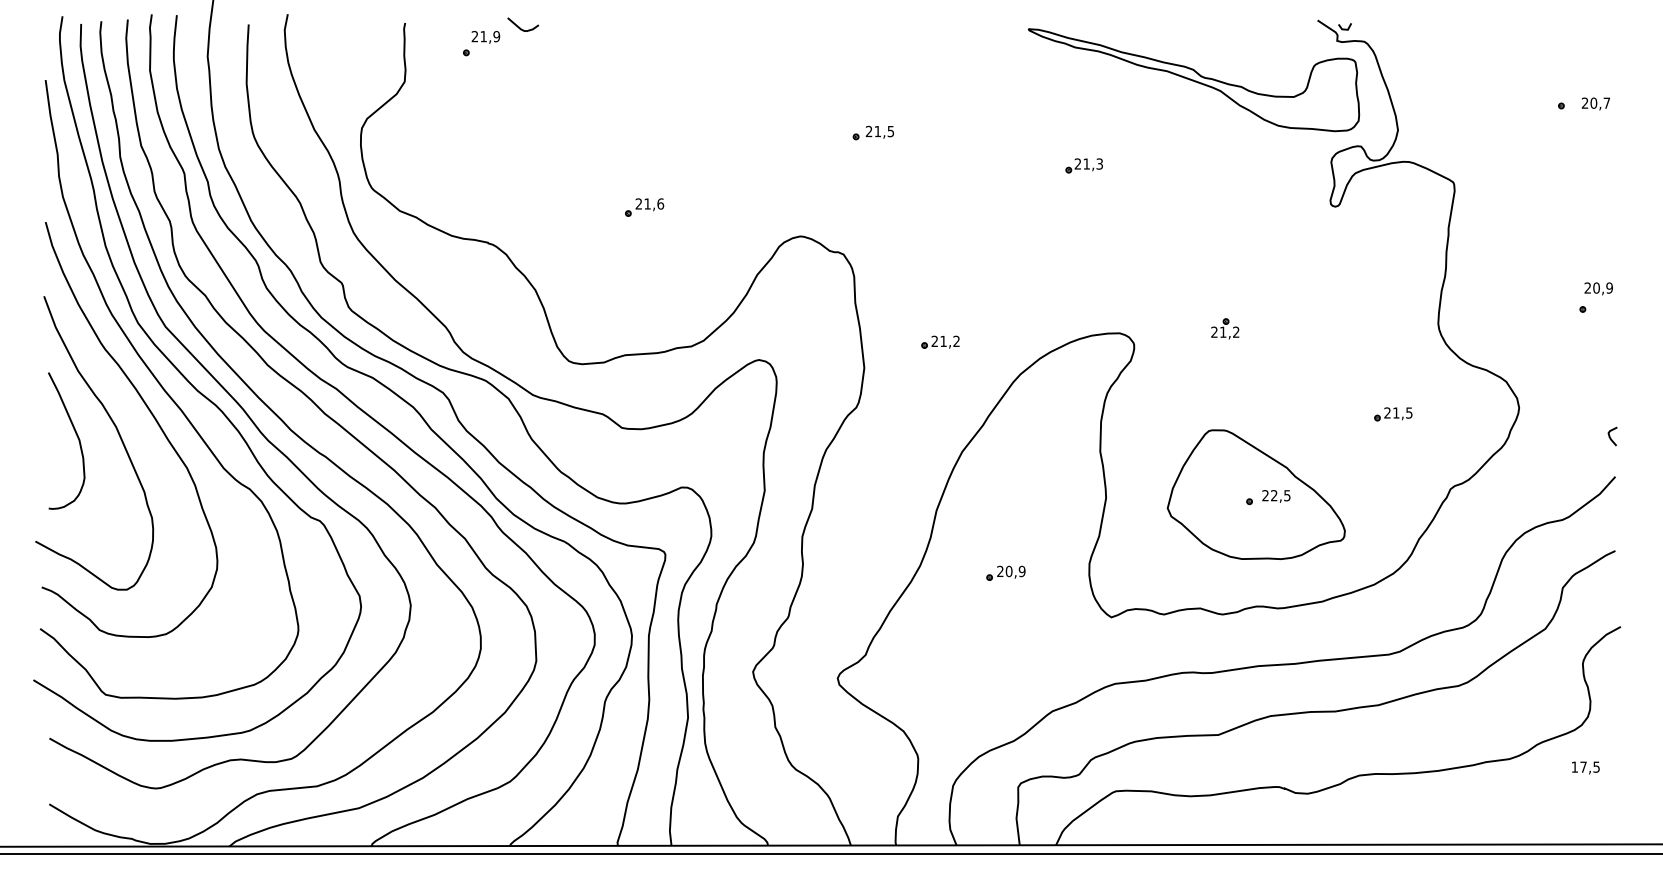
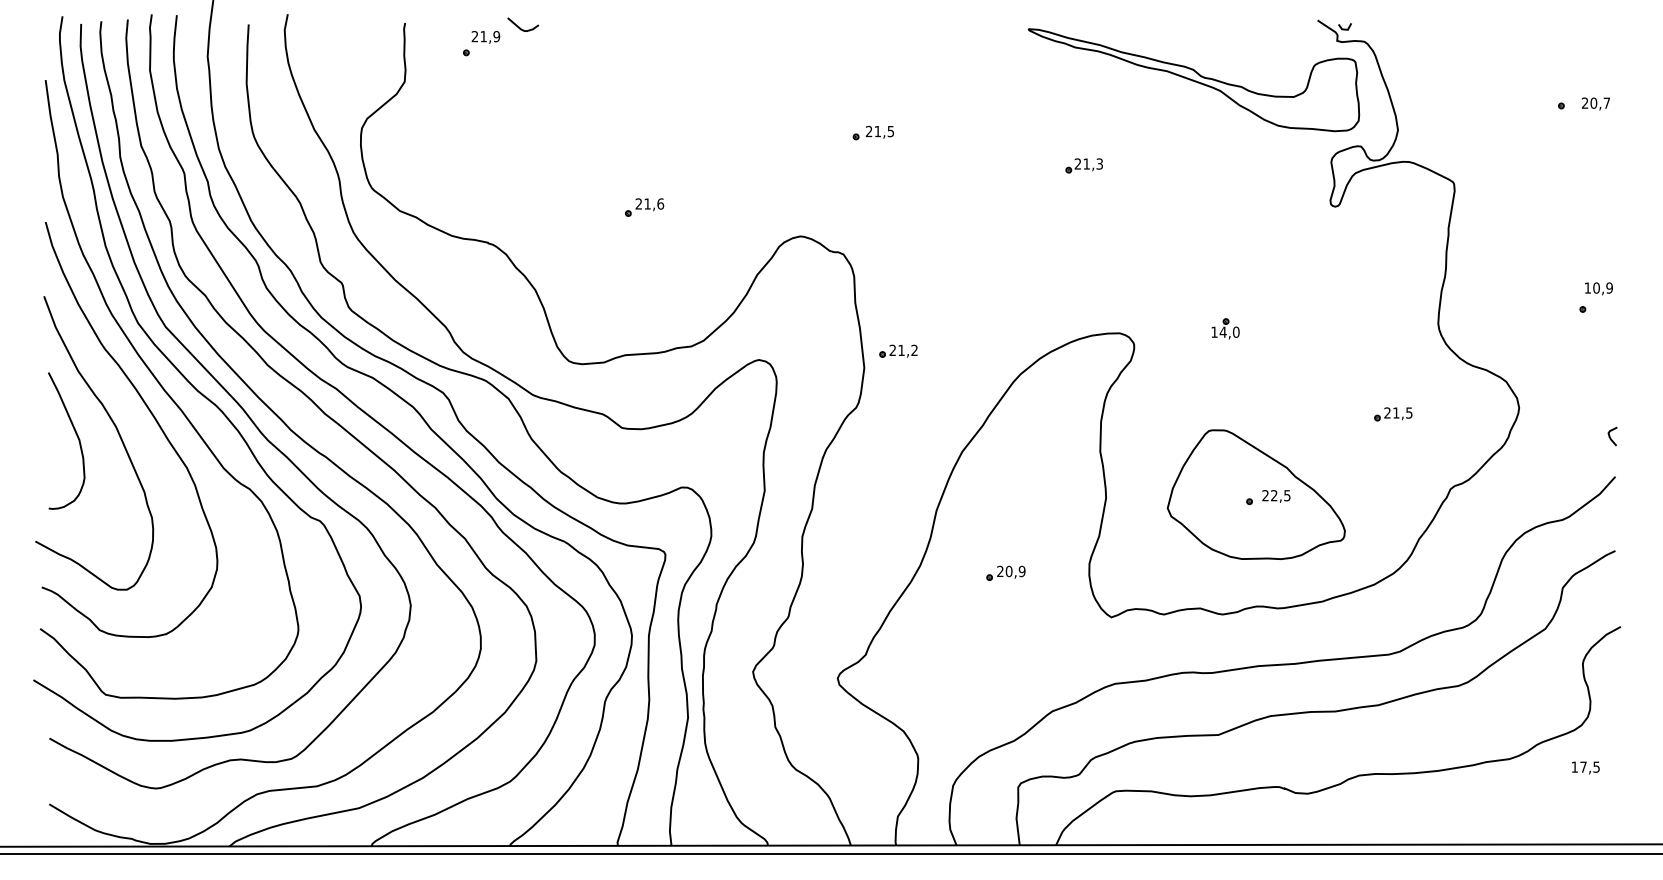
text at (1587, 287): 20,9 -> 10,9
text at (1225, 331): 21,2 -> 14,0
part at (940, 341) position: (940, 341) -> (898, 350)
